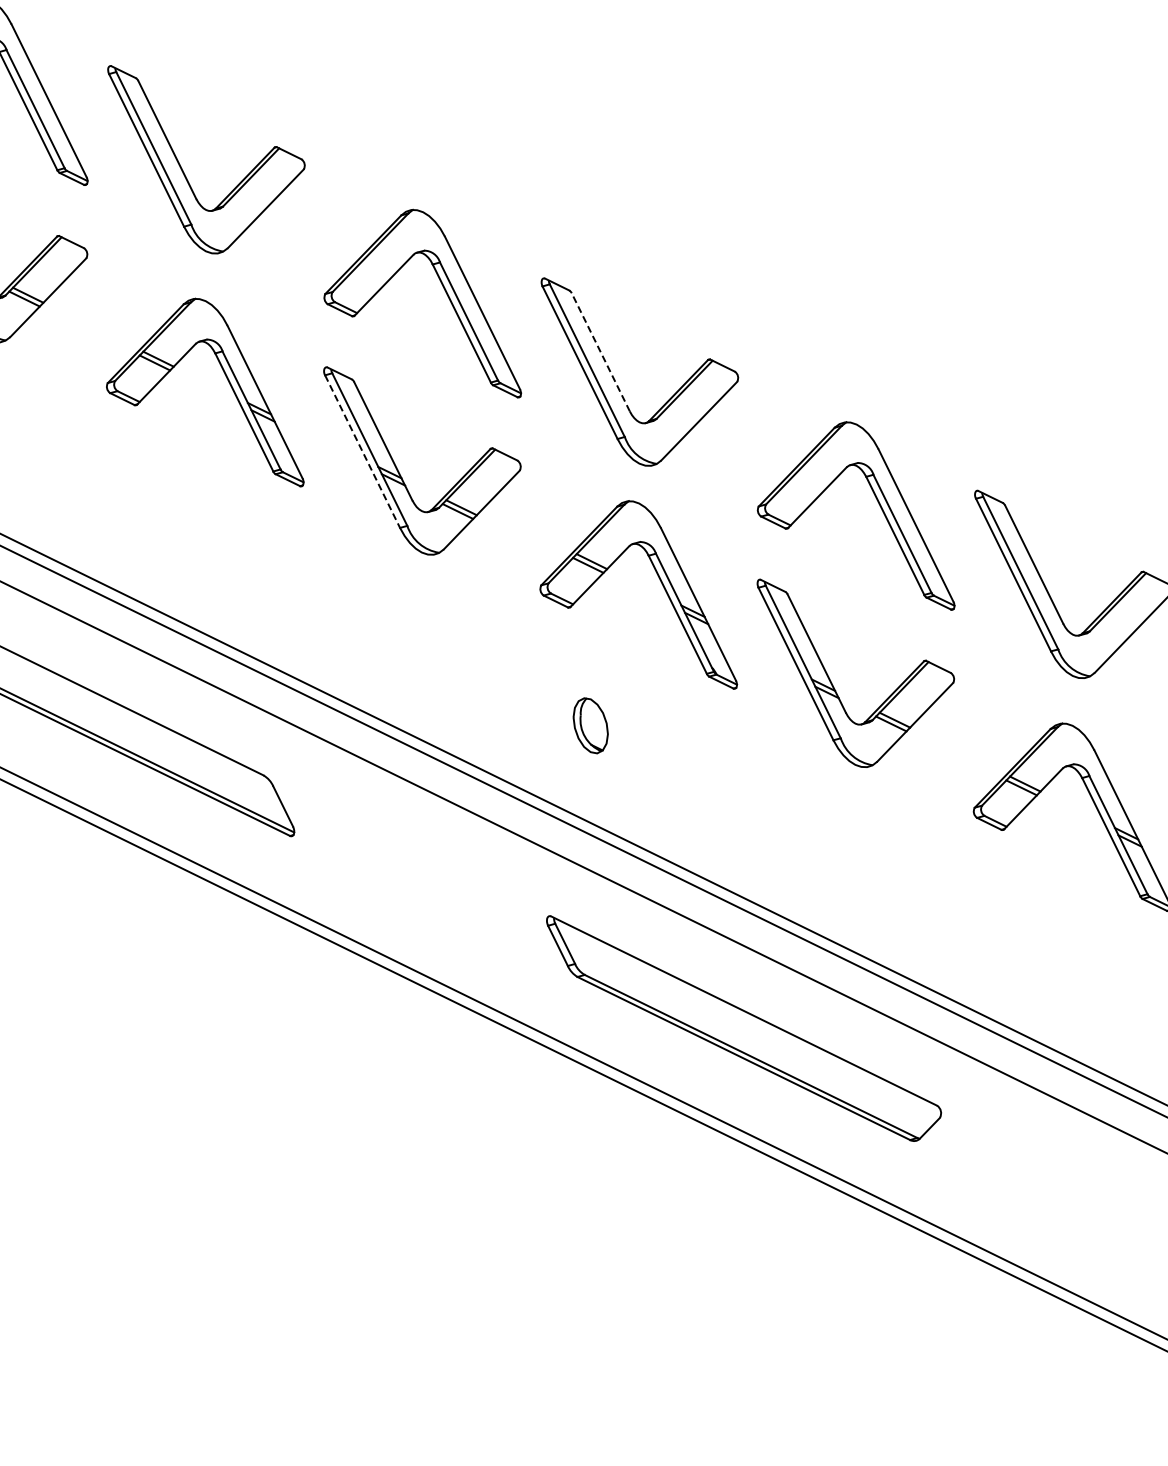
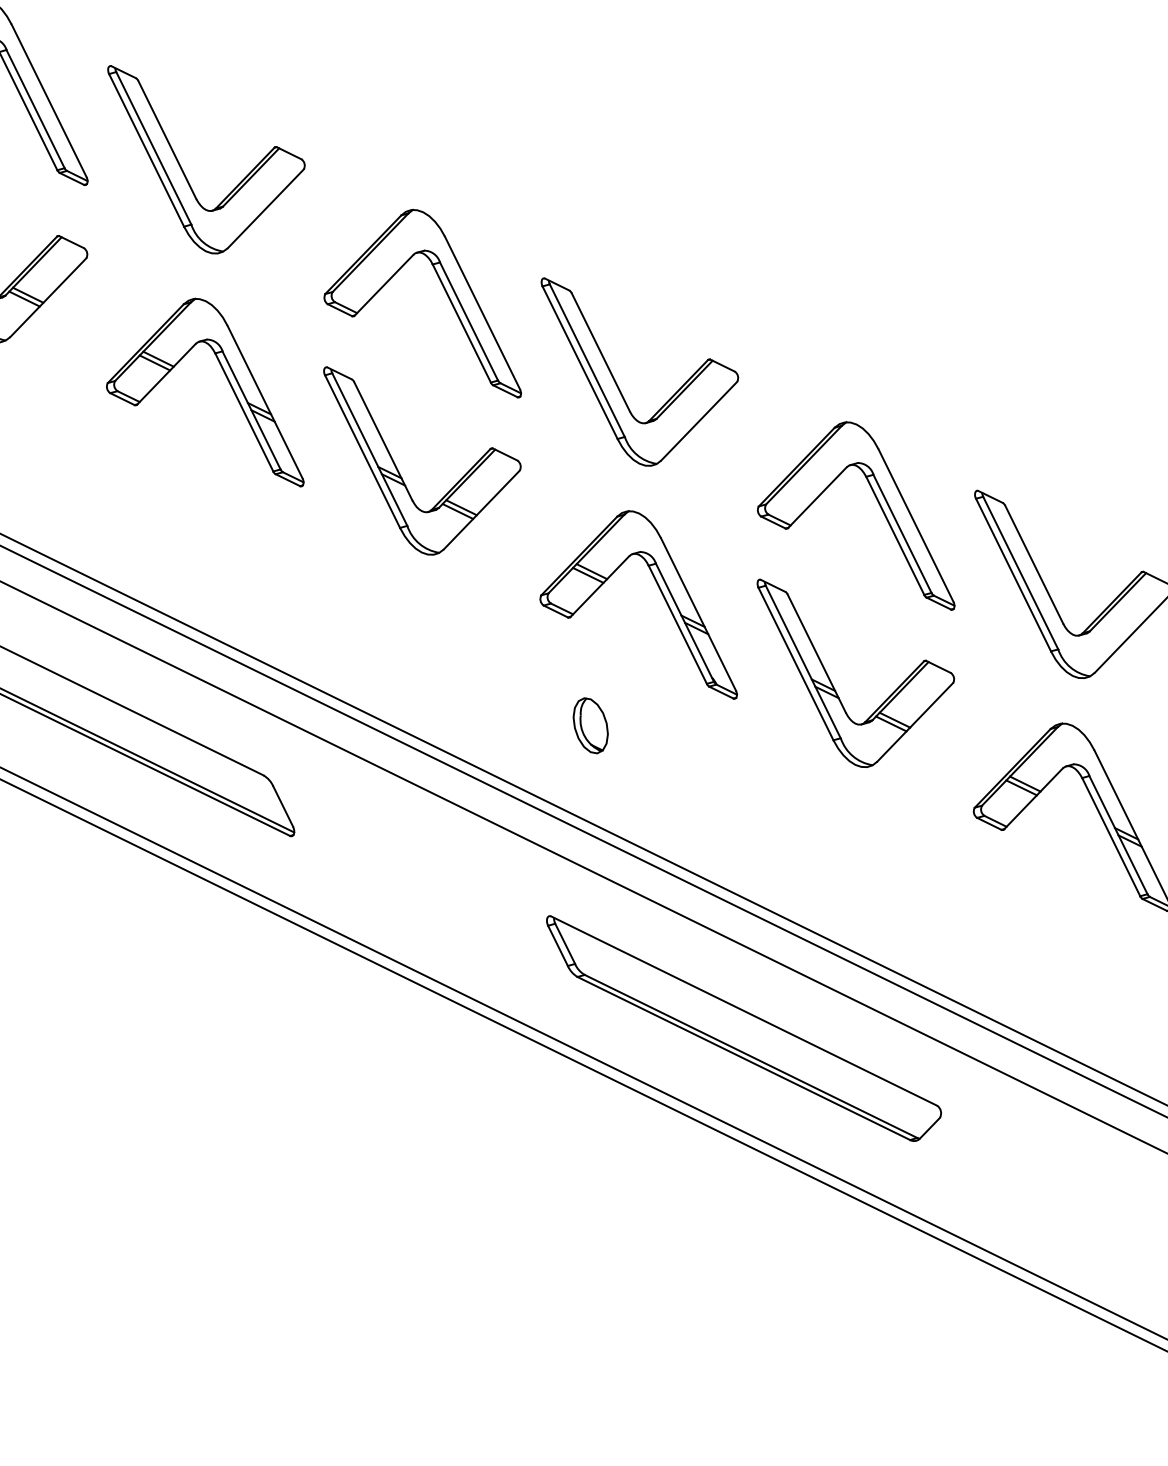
line at (600, 352): dashed -> solid
line at (362, 452): dashed -> solid
part at (660, 582) position: (660, 582) -> (660, 592)
